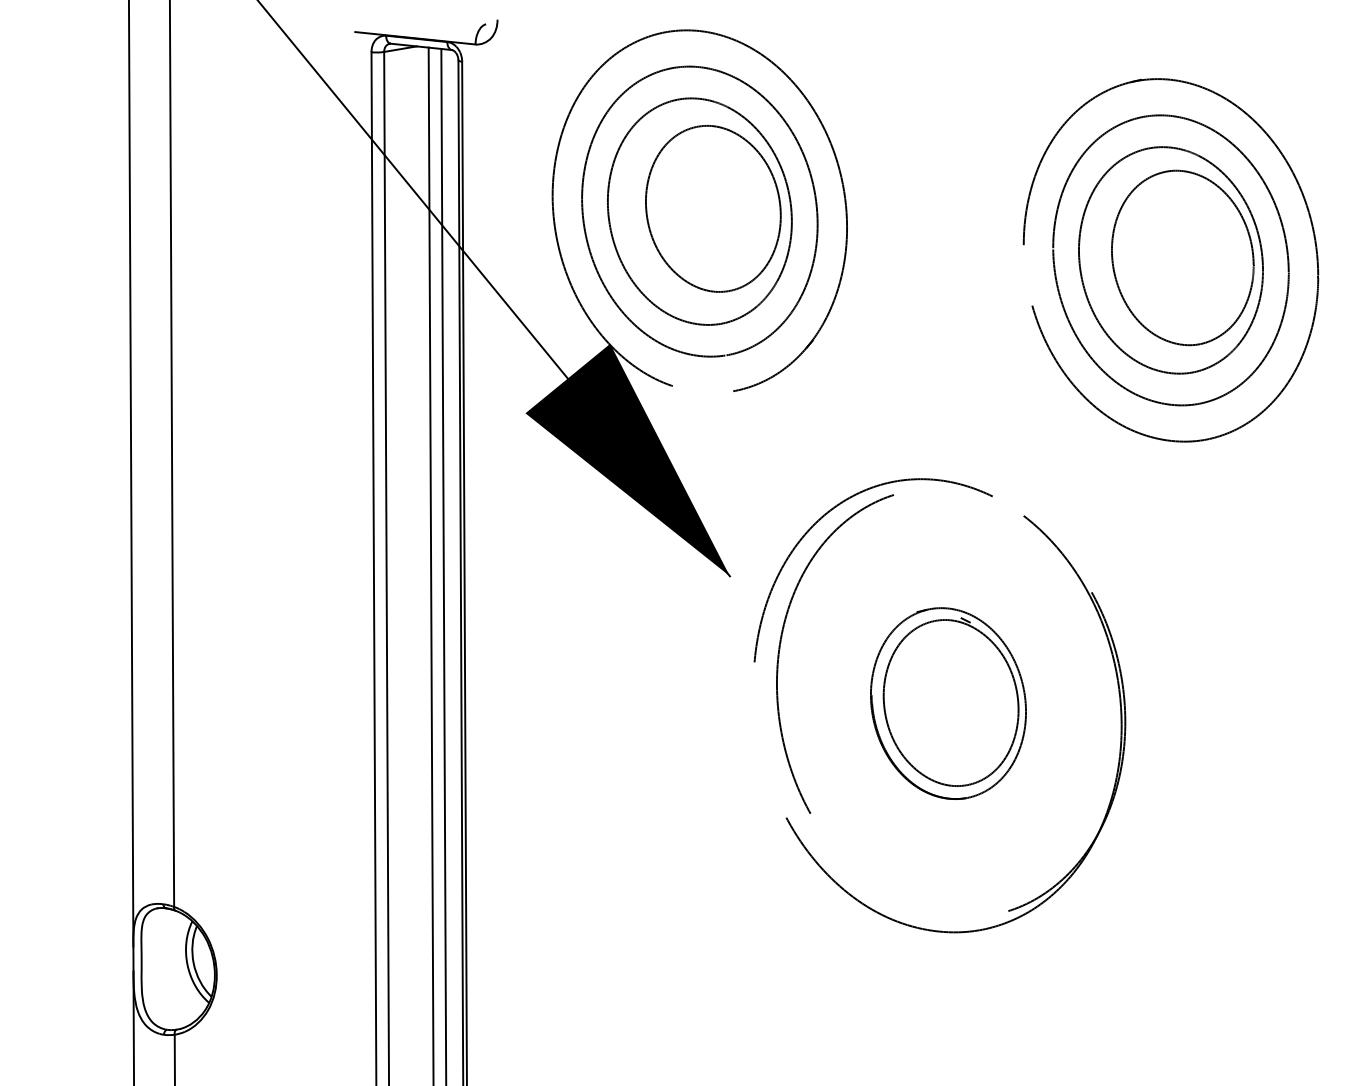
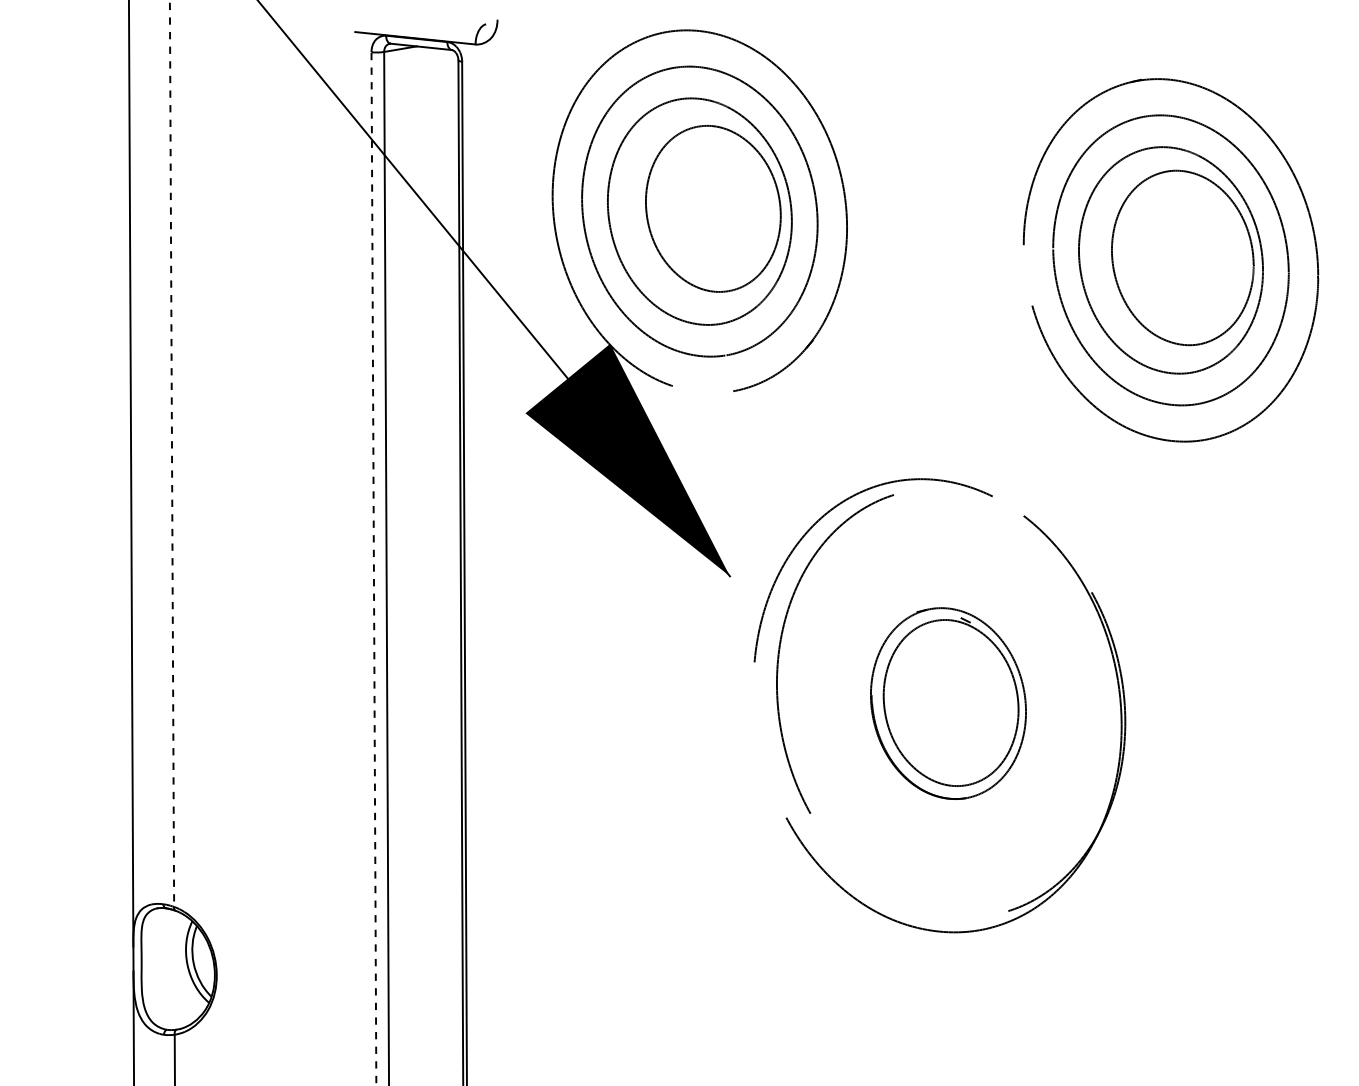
line at (172, 454): solid -> dashed
line at (430, 564): present -> none
line at (443, 565): present -> none
line at (373, 568): solid -> dashed
